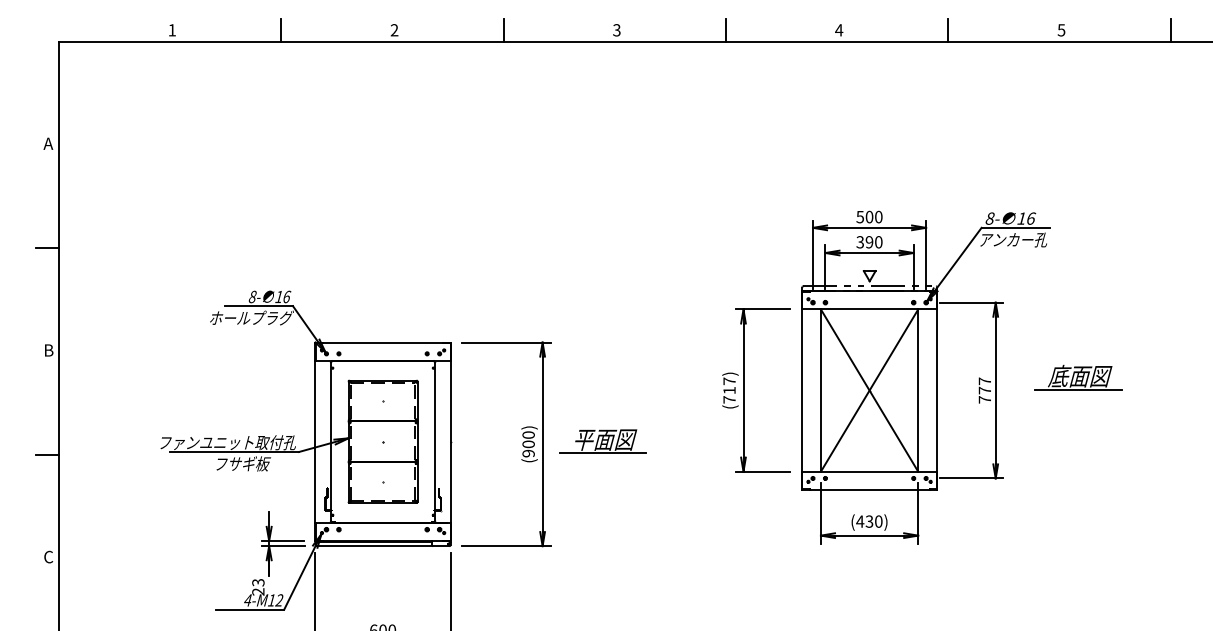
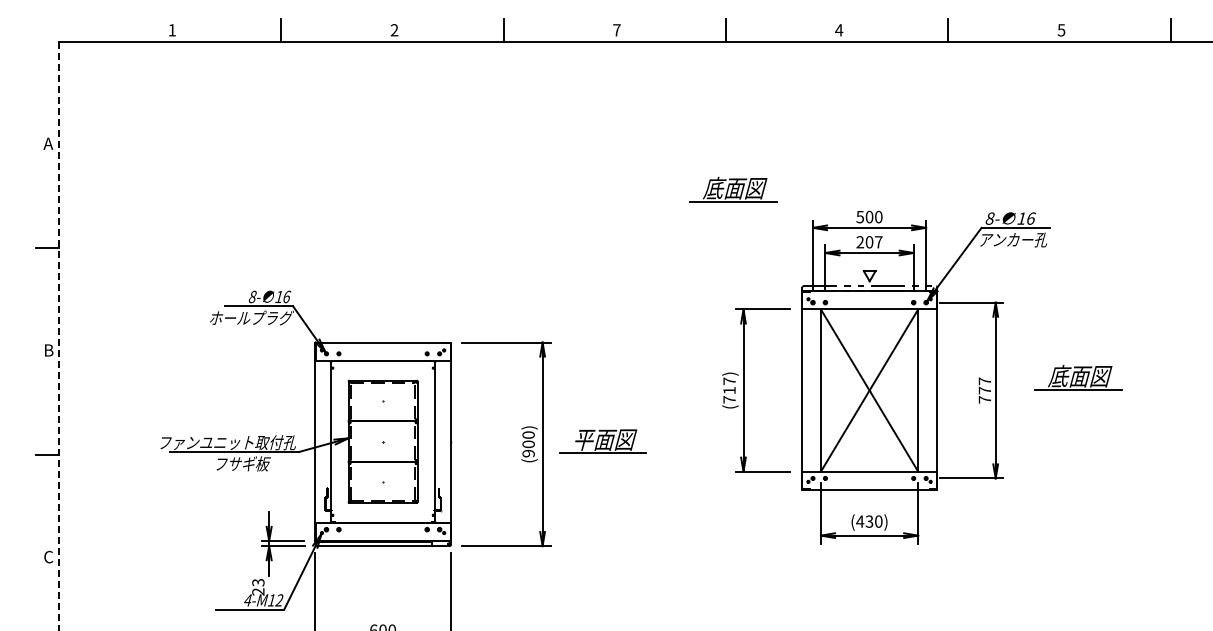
text at (616, 30): 3 -> 7
part at (733, 189): none -> present
text at (869, 242): 390 -> 207
line at (59, 336): solid -> dashed
